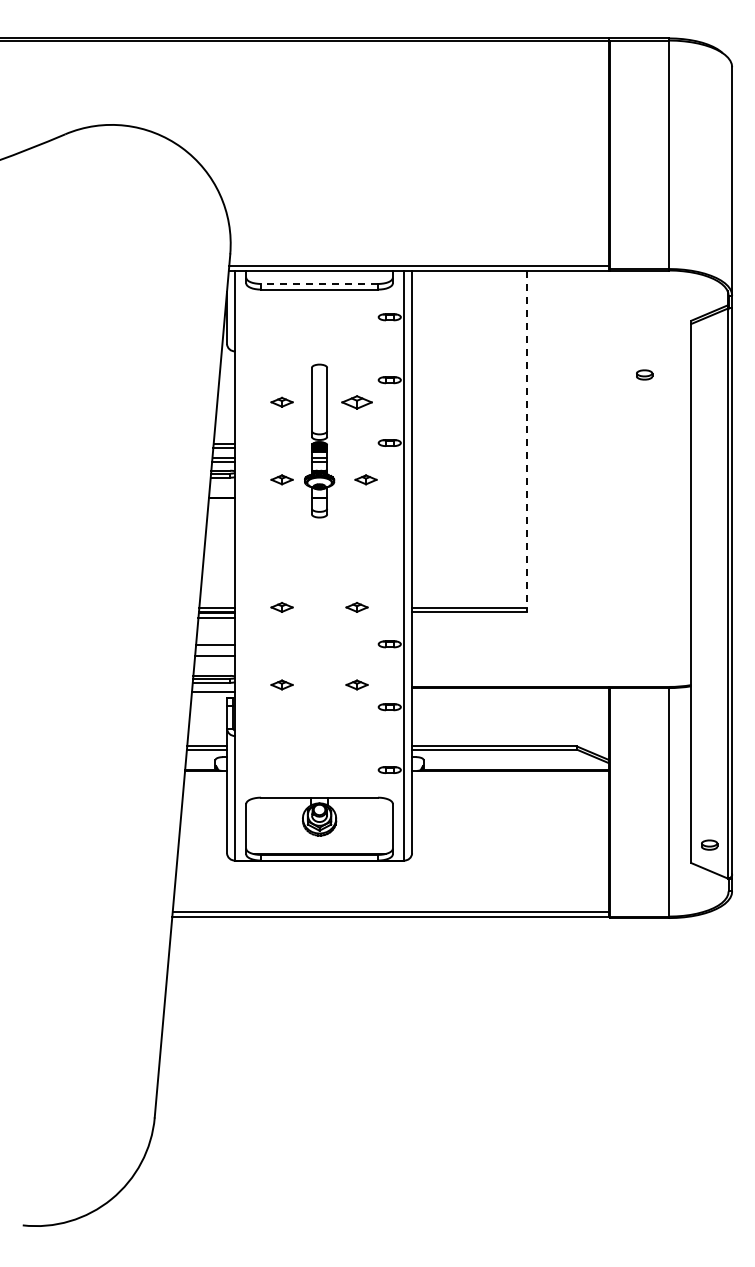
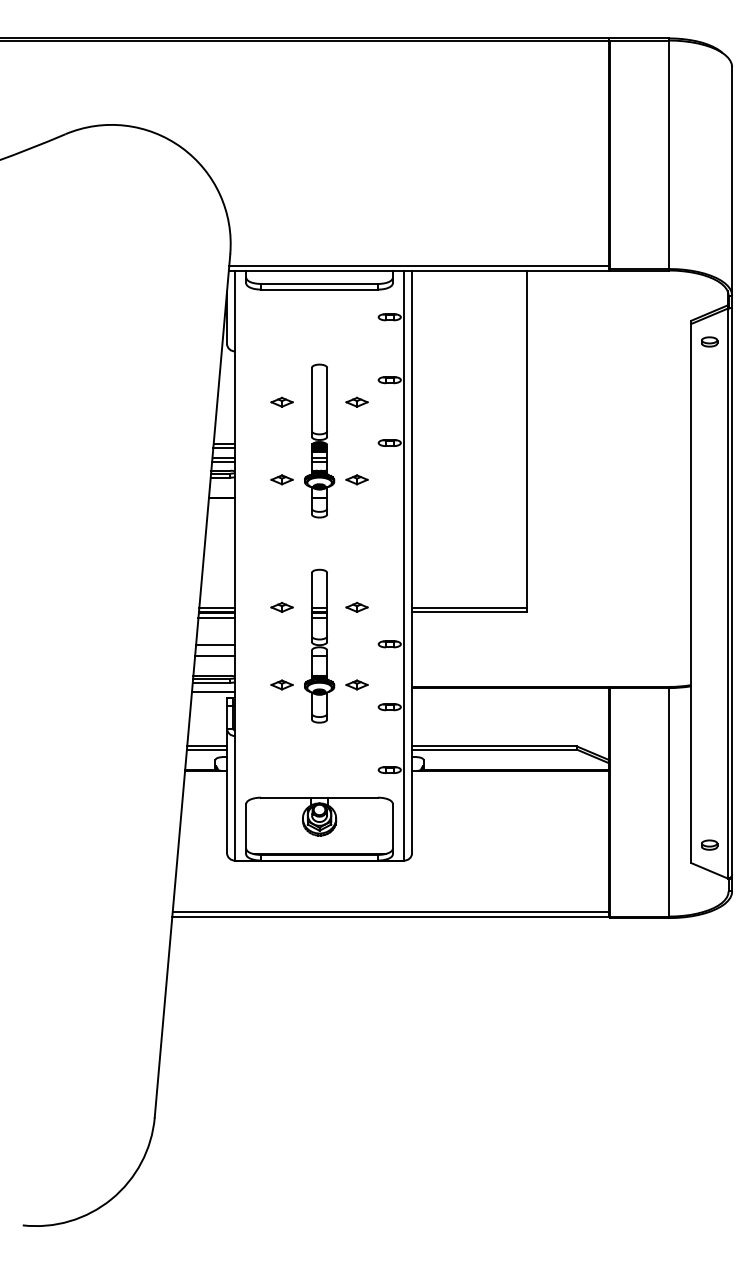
line at (319, 284): dashed -> solid
part at (644, 374) position: (644, 374) -> (709, 341)
part at (356, 402) size: 32x15 px -> 24x12 px
line at (527, 441): dashed -> solid
part at (365, 479) position: (365, 479) -> (356, 479)
part at (319, 645): none -> present
